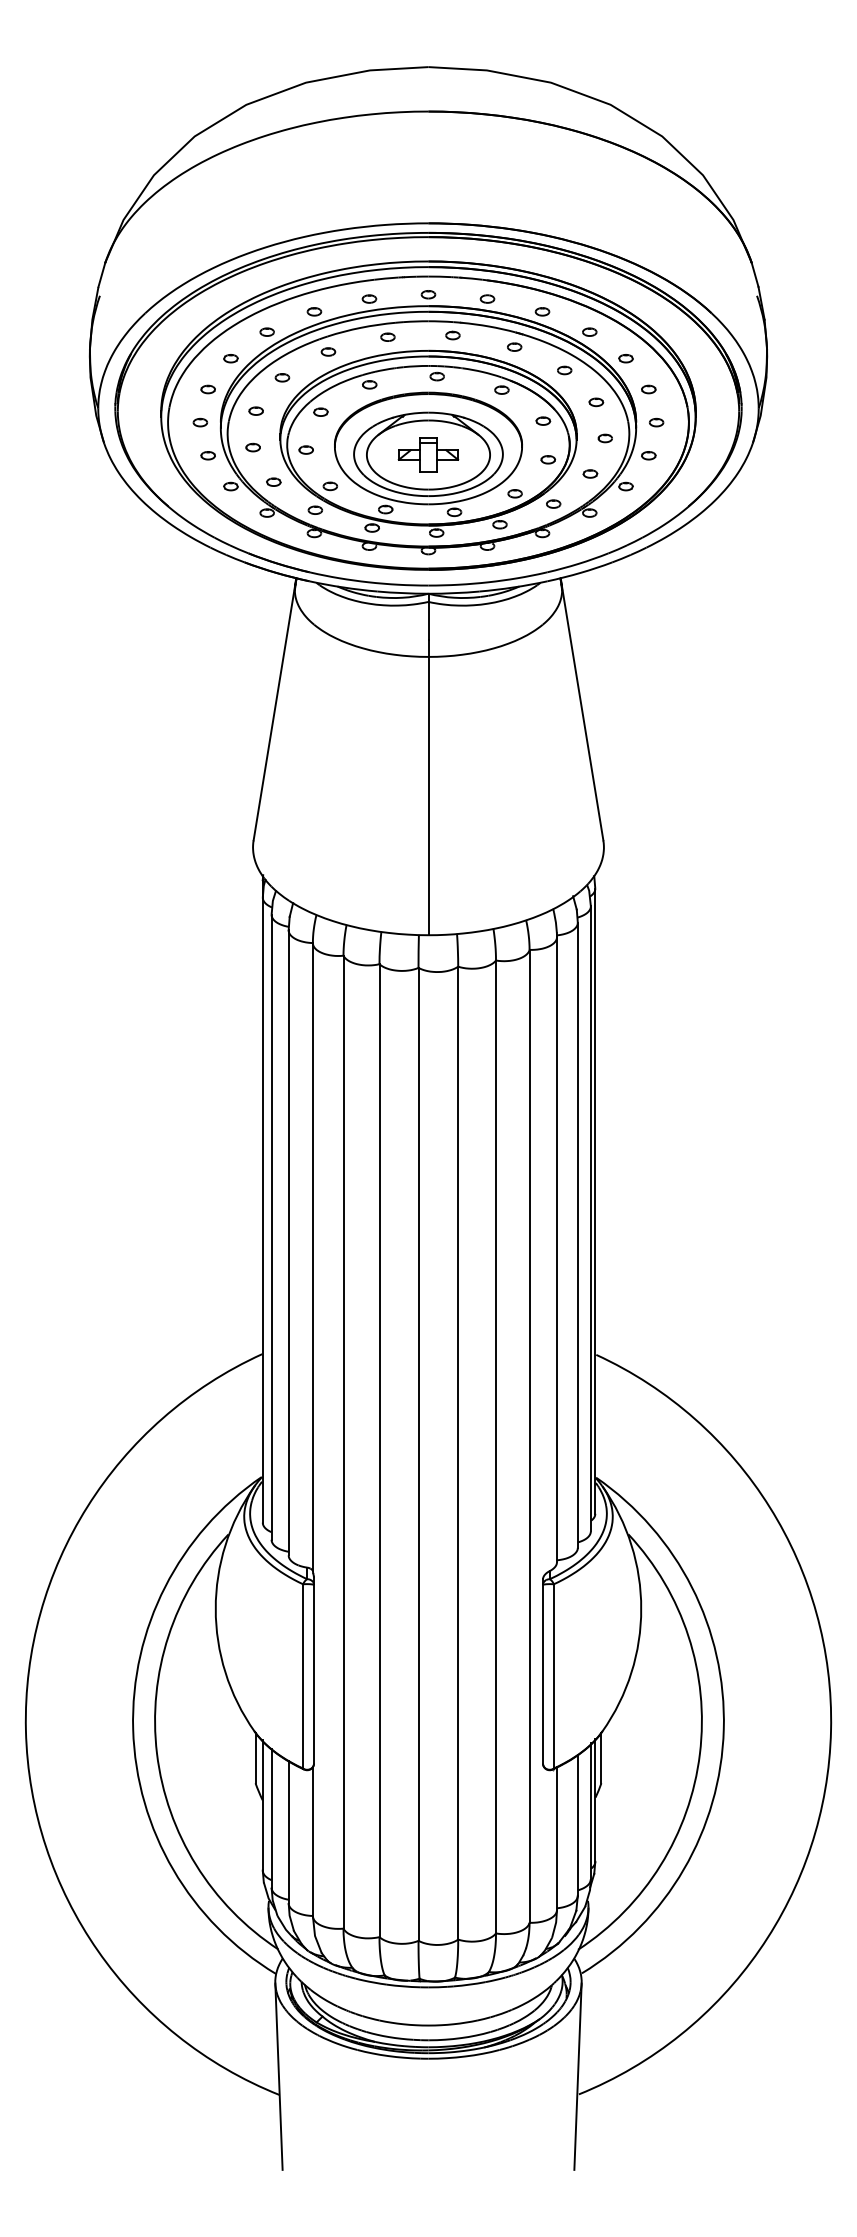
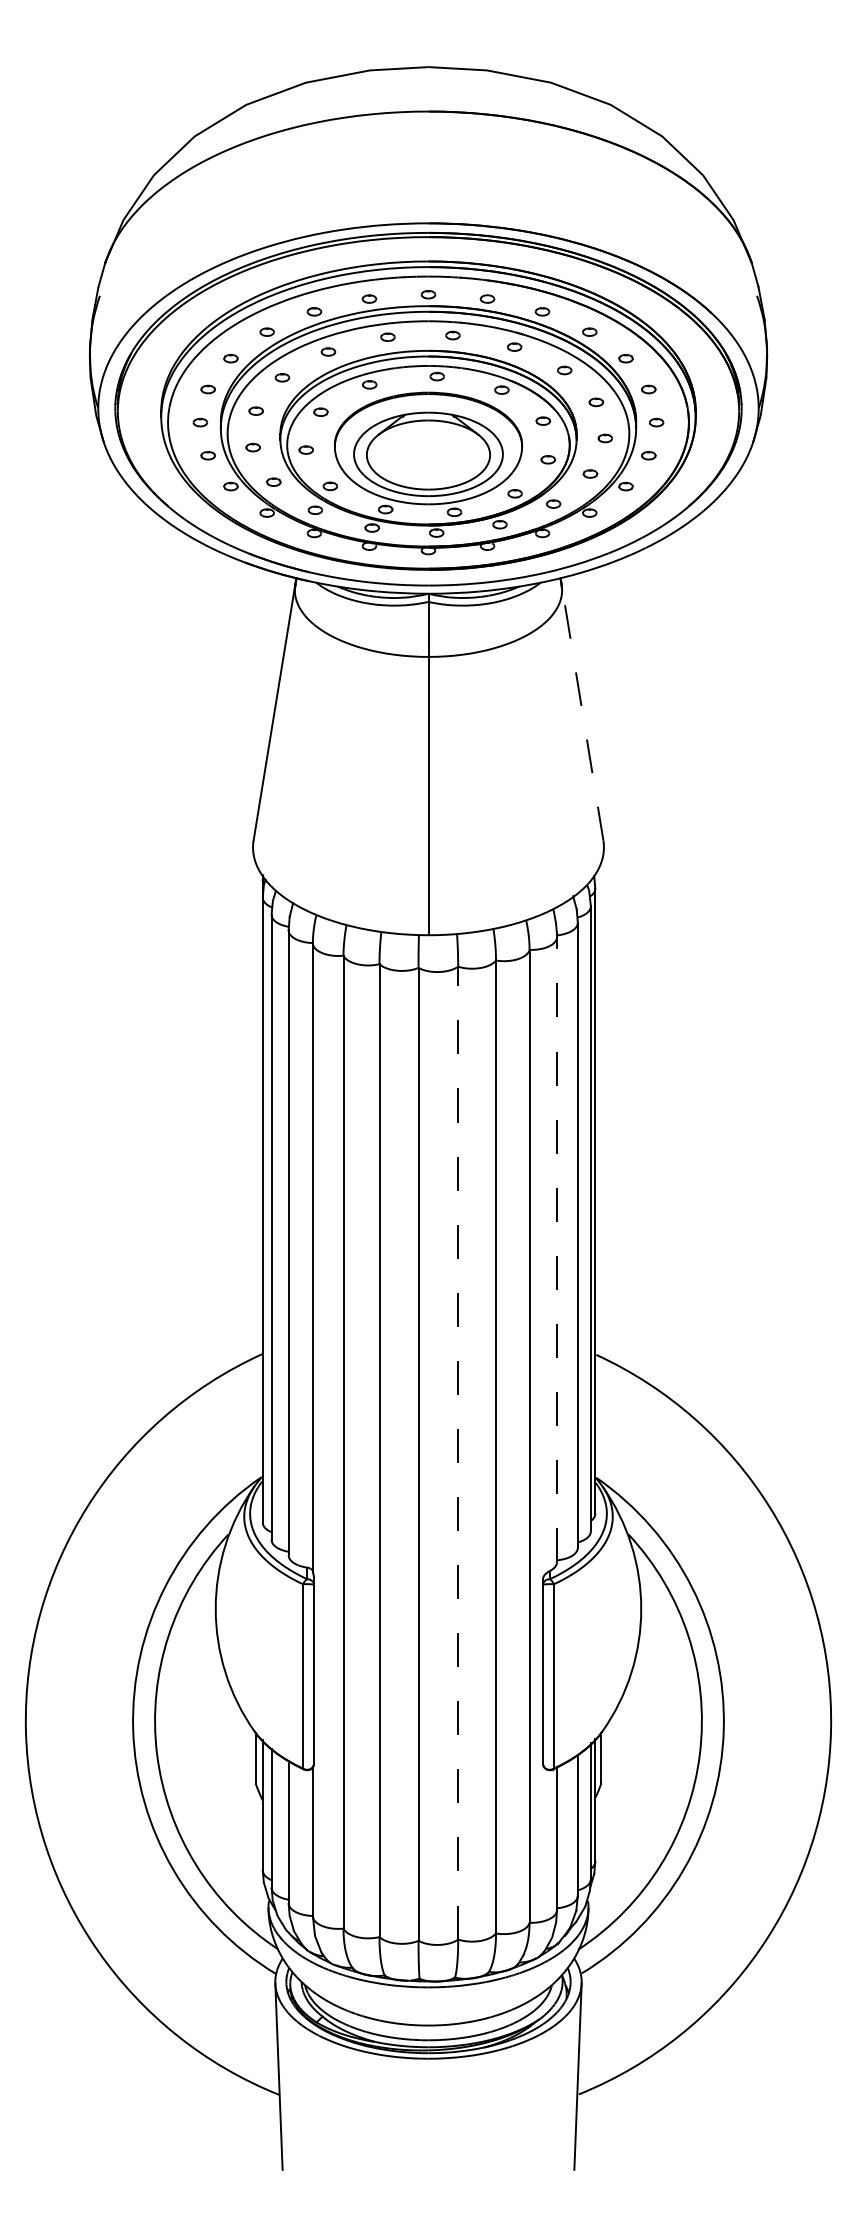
part at (428, 454): present -> none
line at (582, 712): solid -> dashed
line at (557, 1249): solid -> dashed
line at (458, 1452): solid -> dashed
